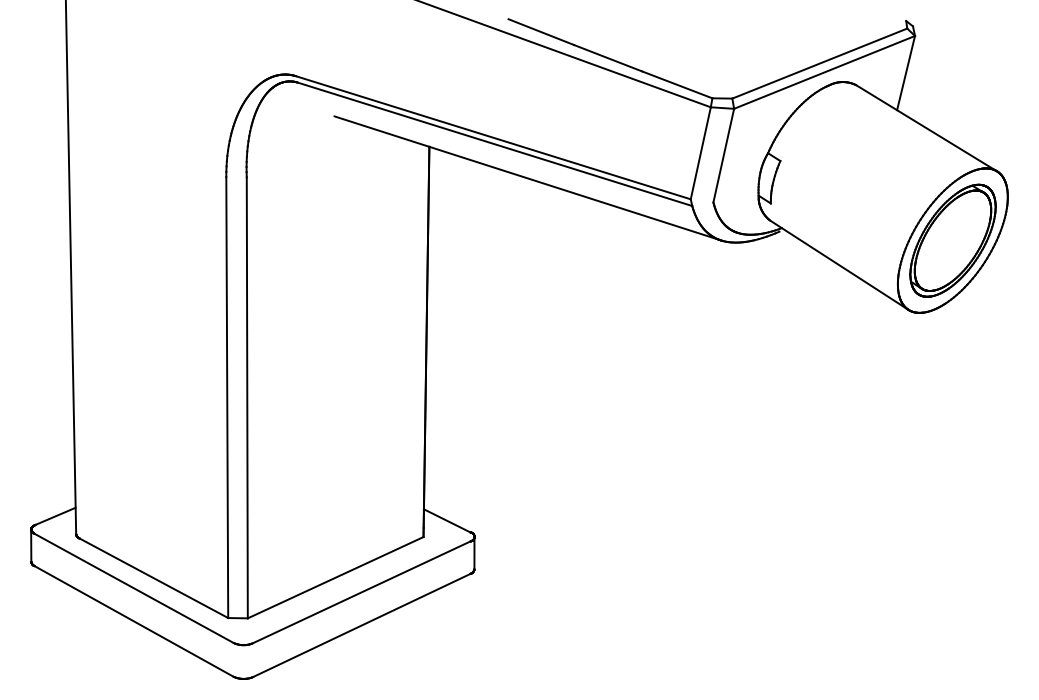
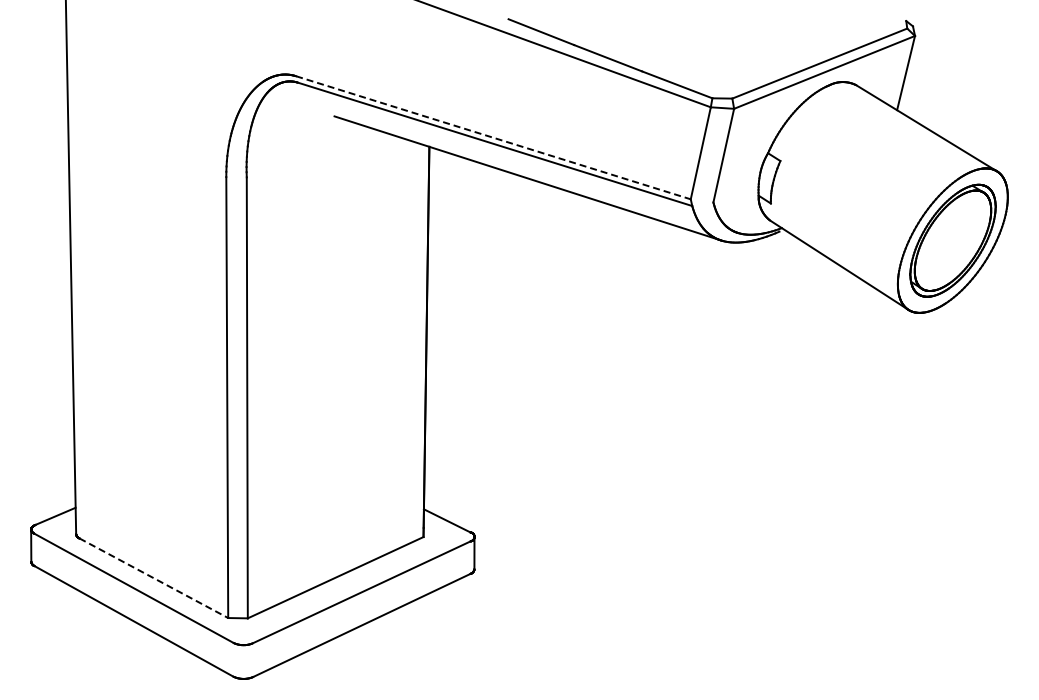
line at (493, 137): solid -> dashed
line at (154, 578): solid -> dashed
